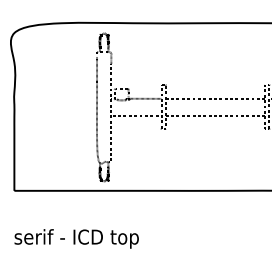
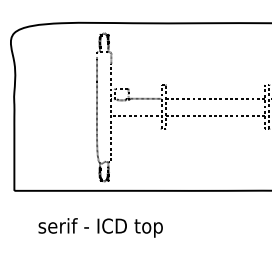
text at (76, 238) position: (76, 238) -> (100, 227)
